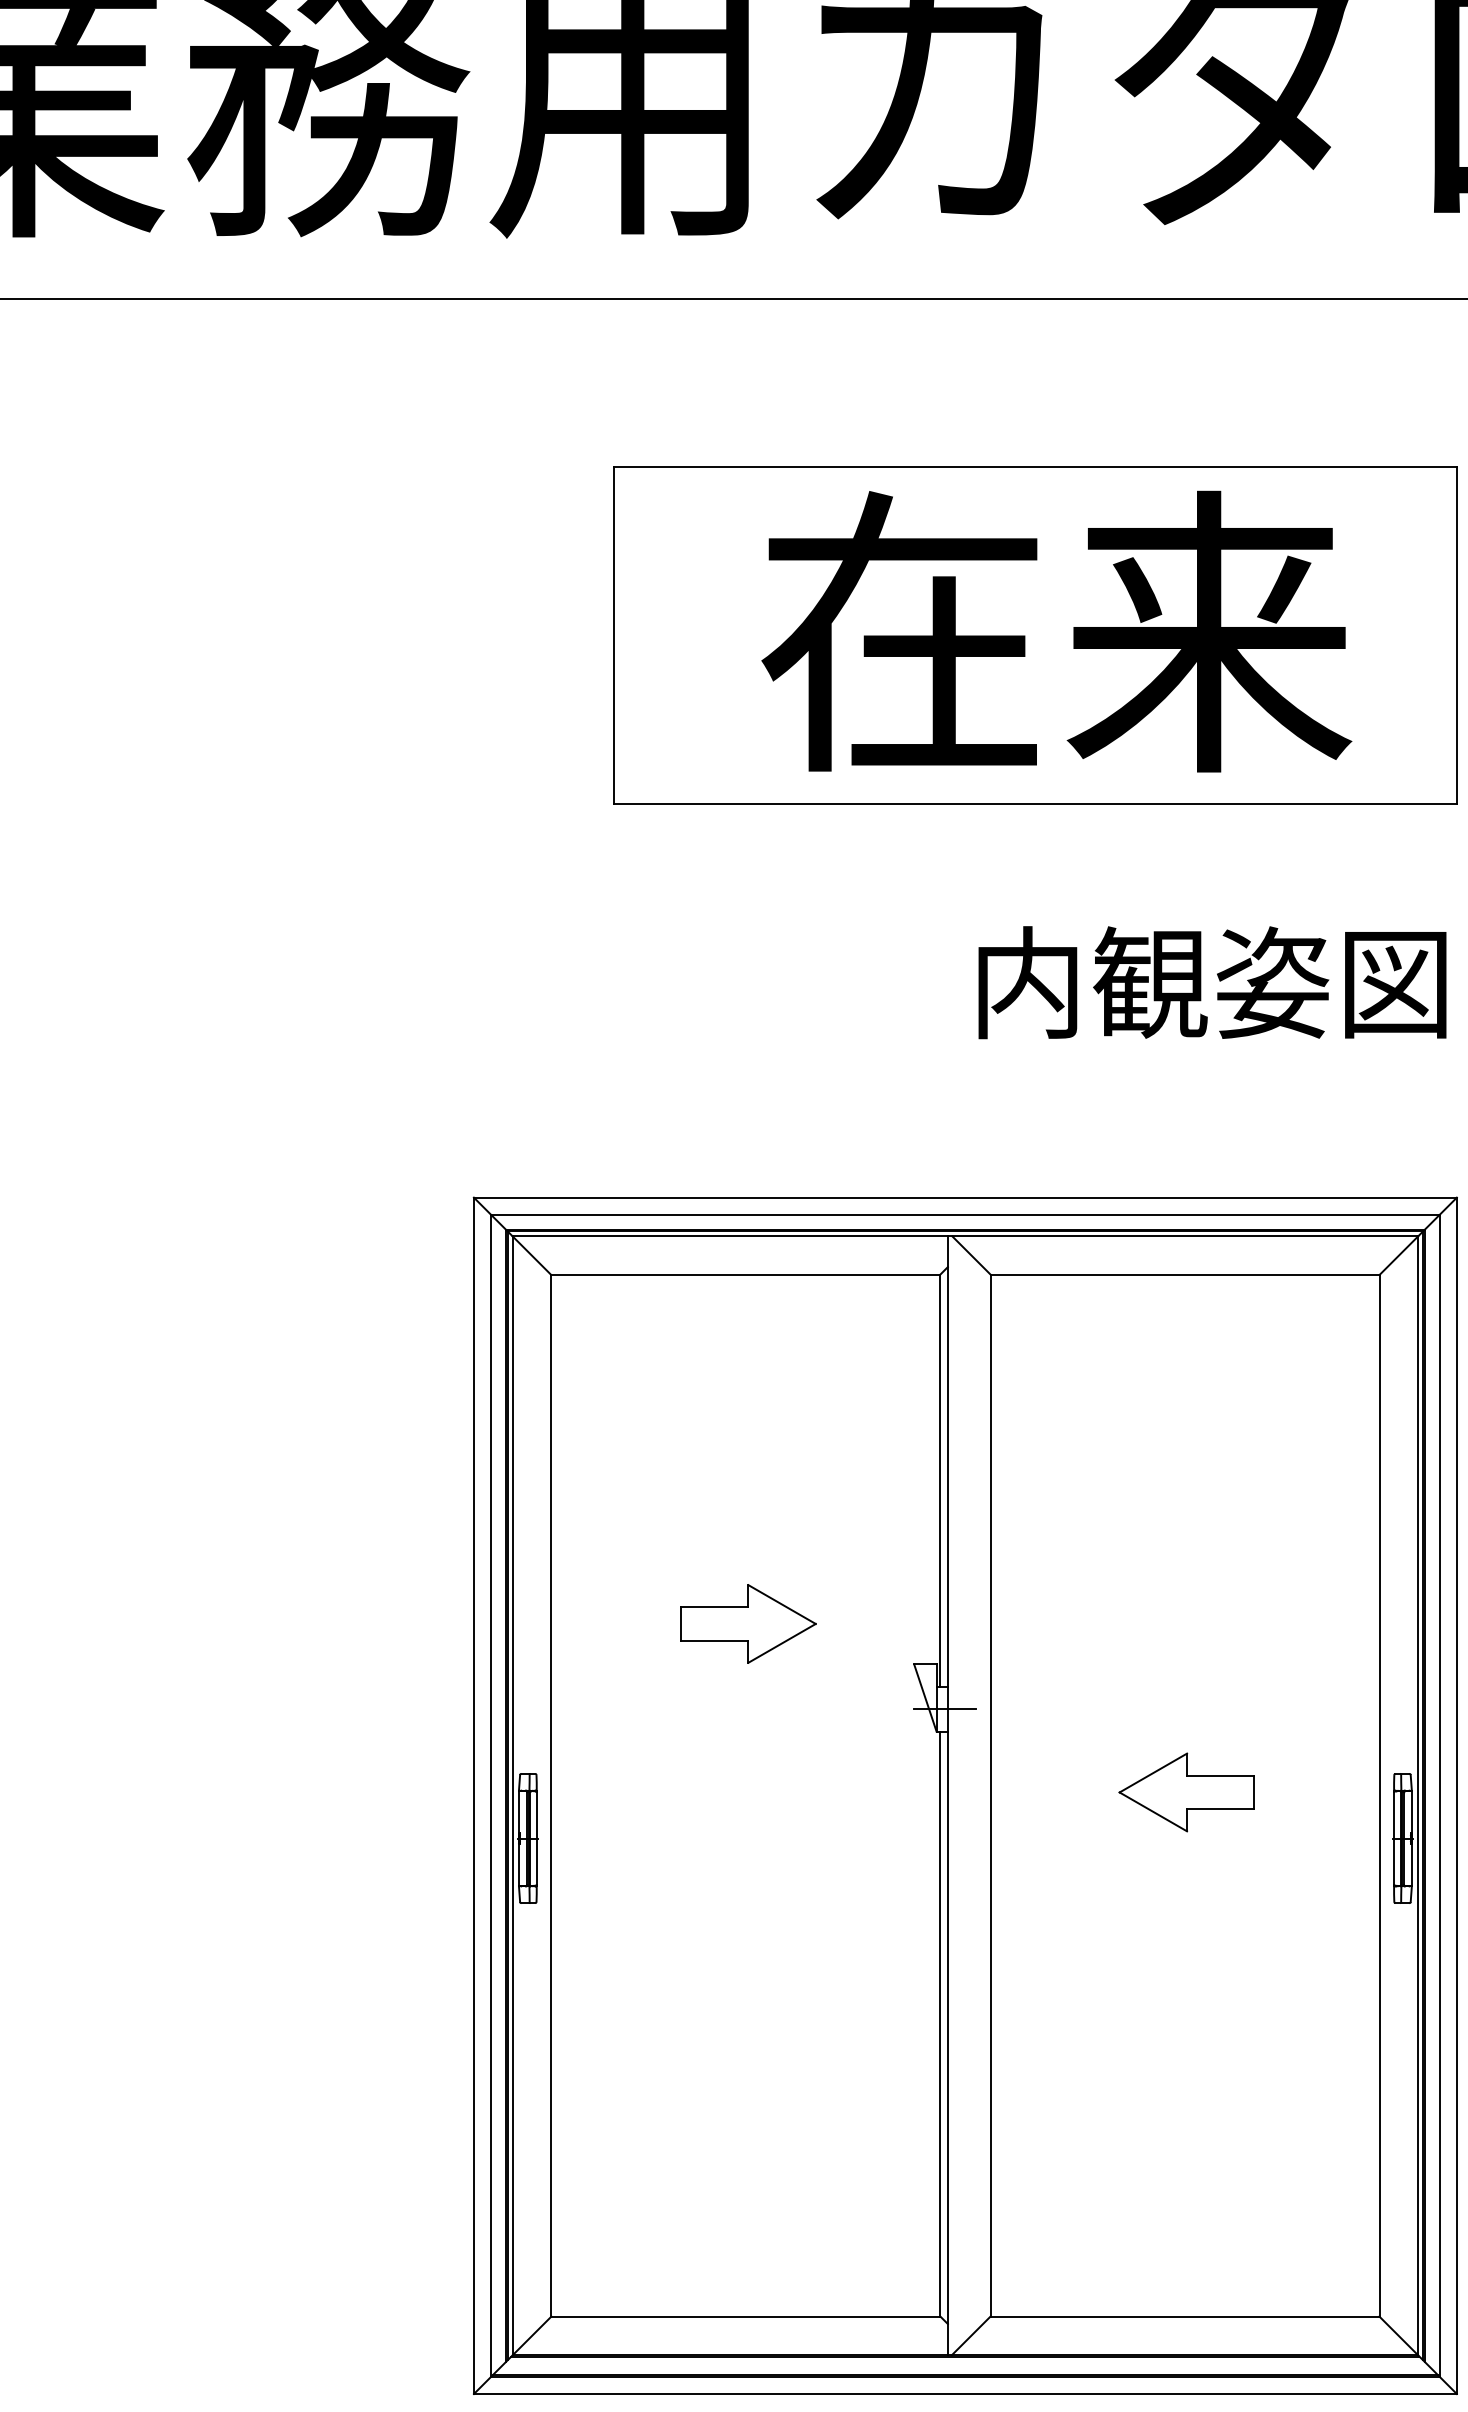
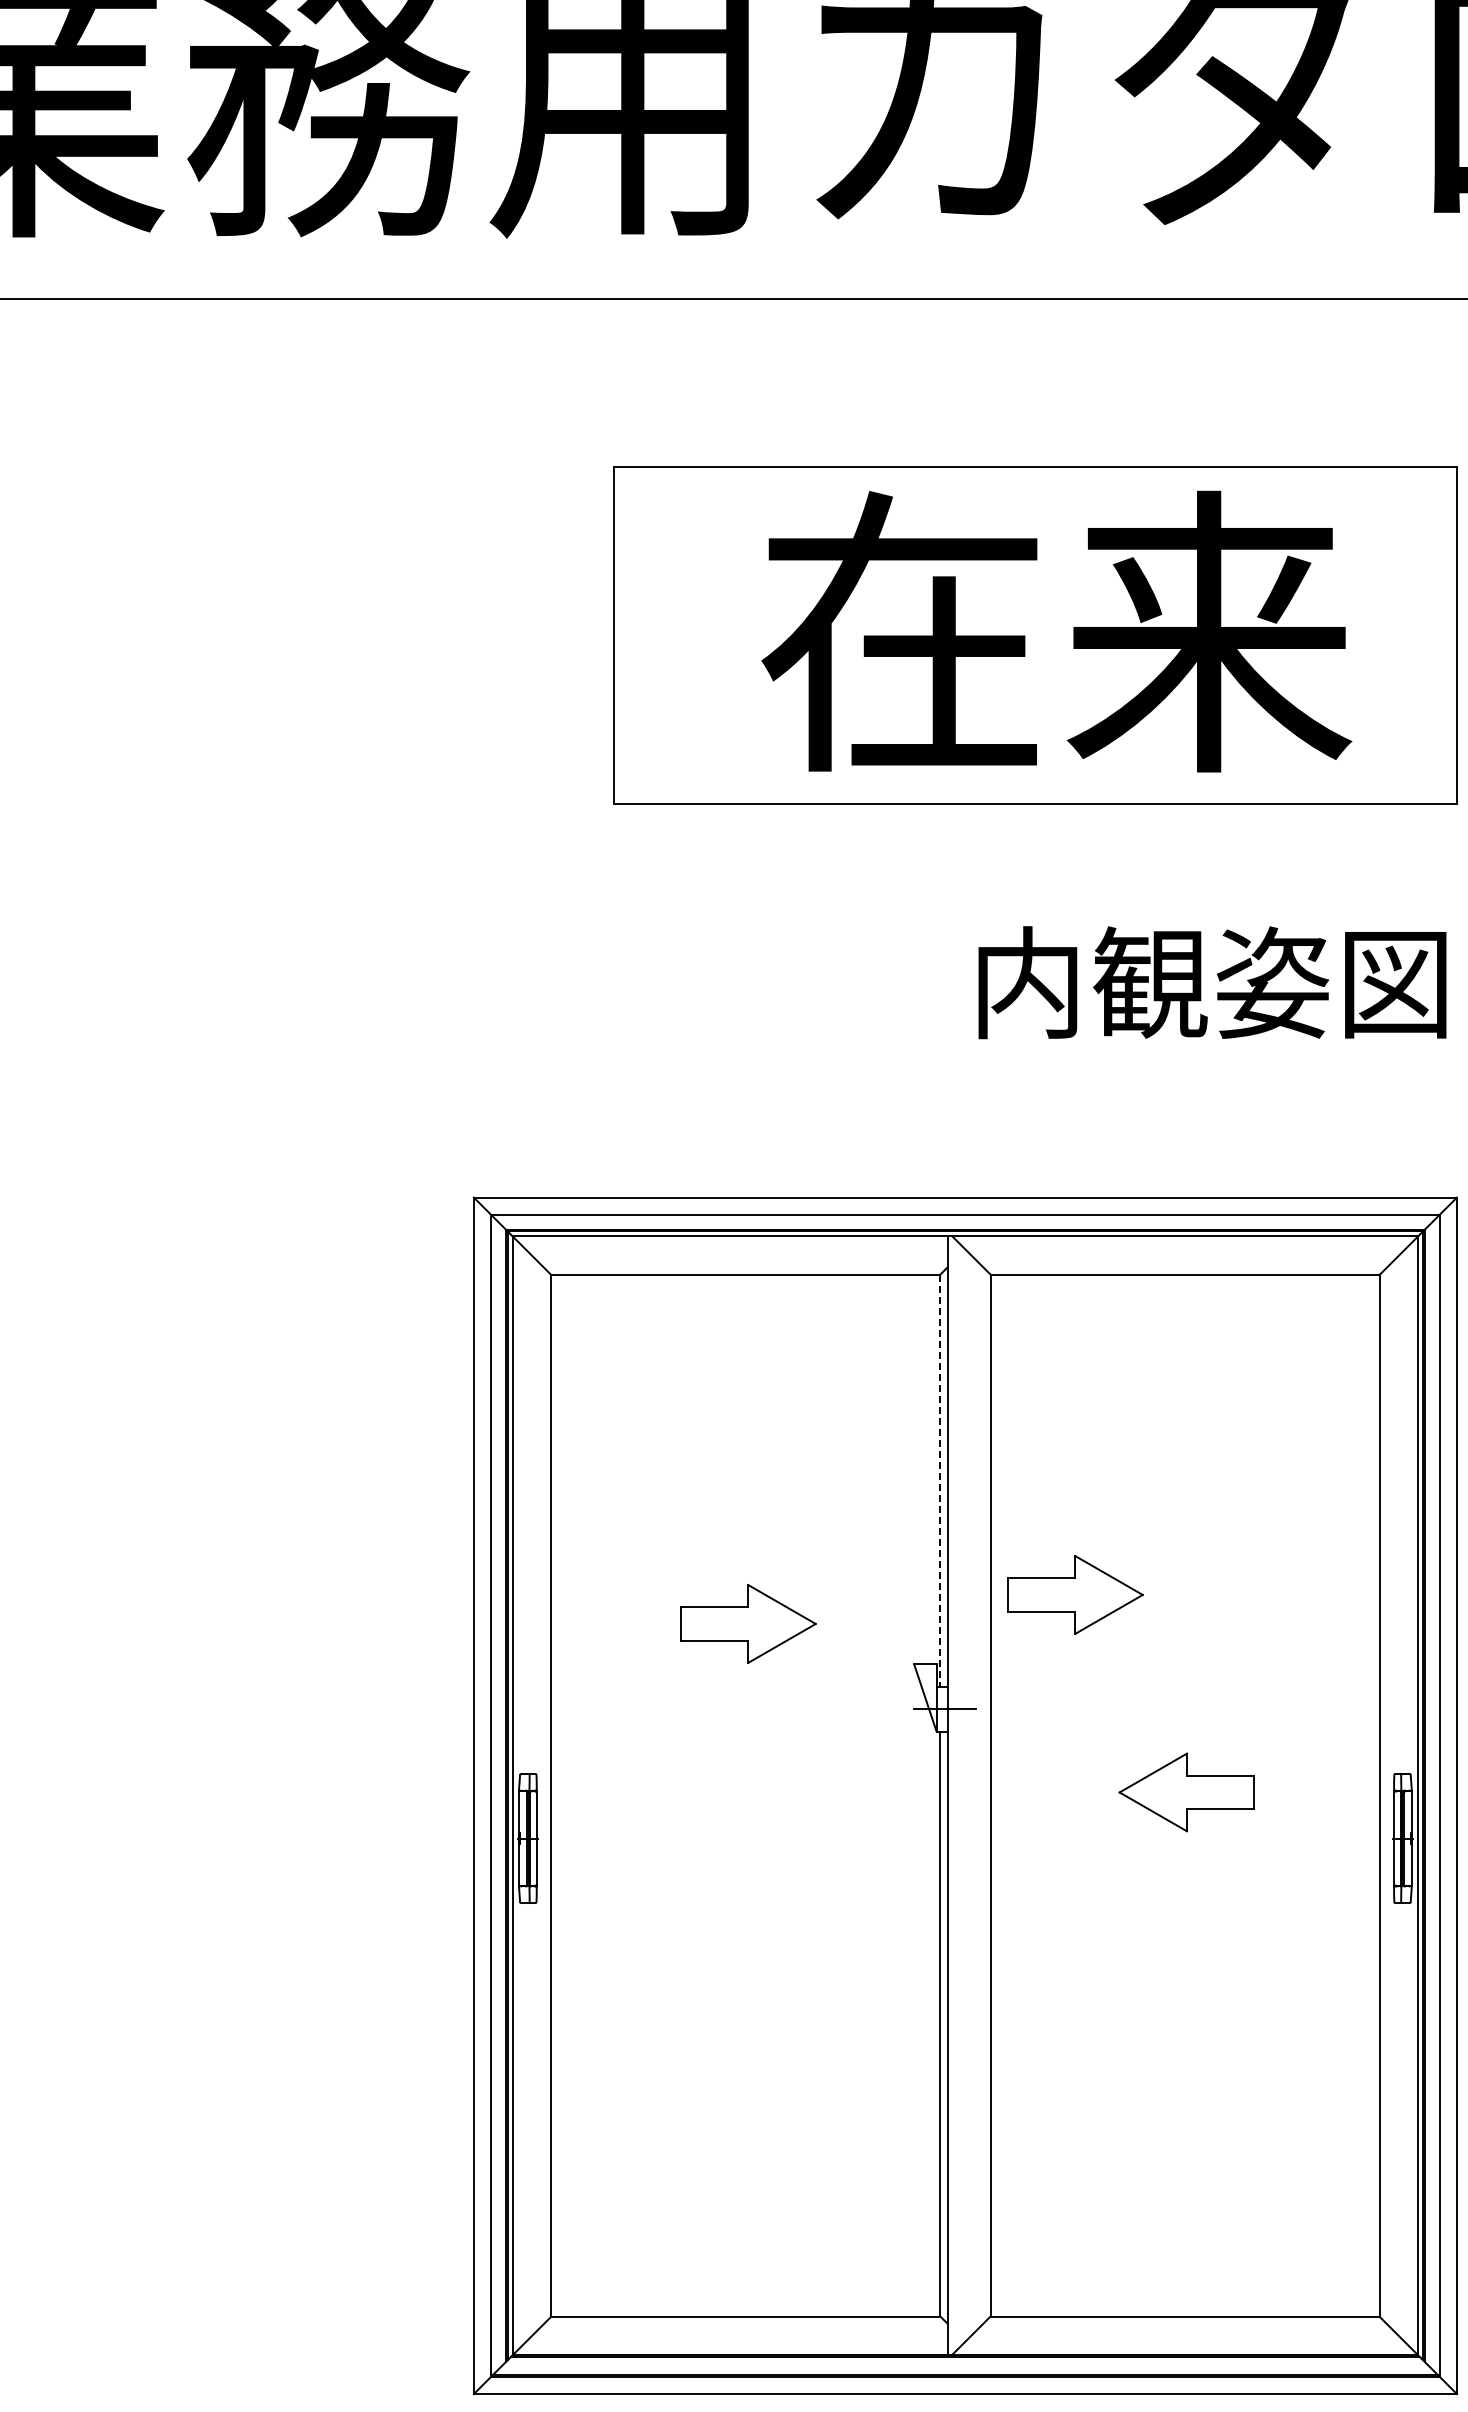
line at (940, 1481): solid -> dashed
part at (1075, 1594): none -> present
